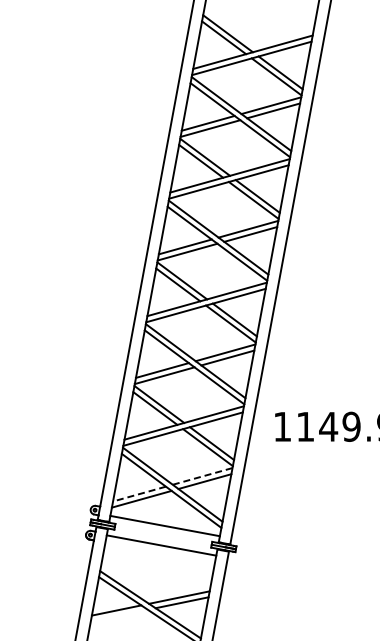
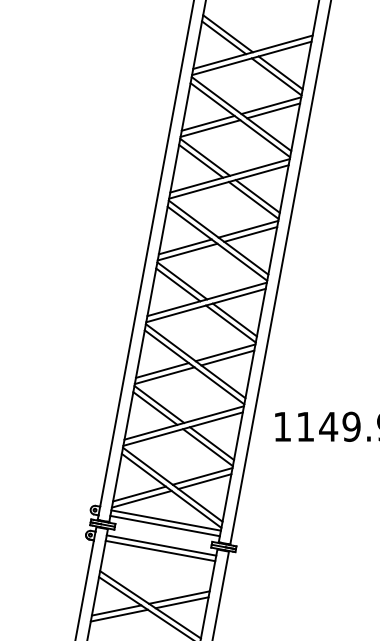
line at (202, 476): dashed -> solid
line at (139, 494): dashed -> solid
line at (165, 520): none -> present
line at (160, 550): none -> present
line at (118, 615): none -> present
